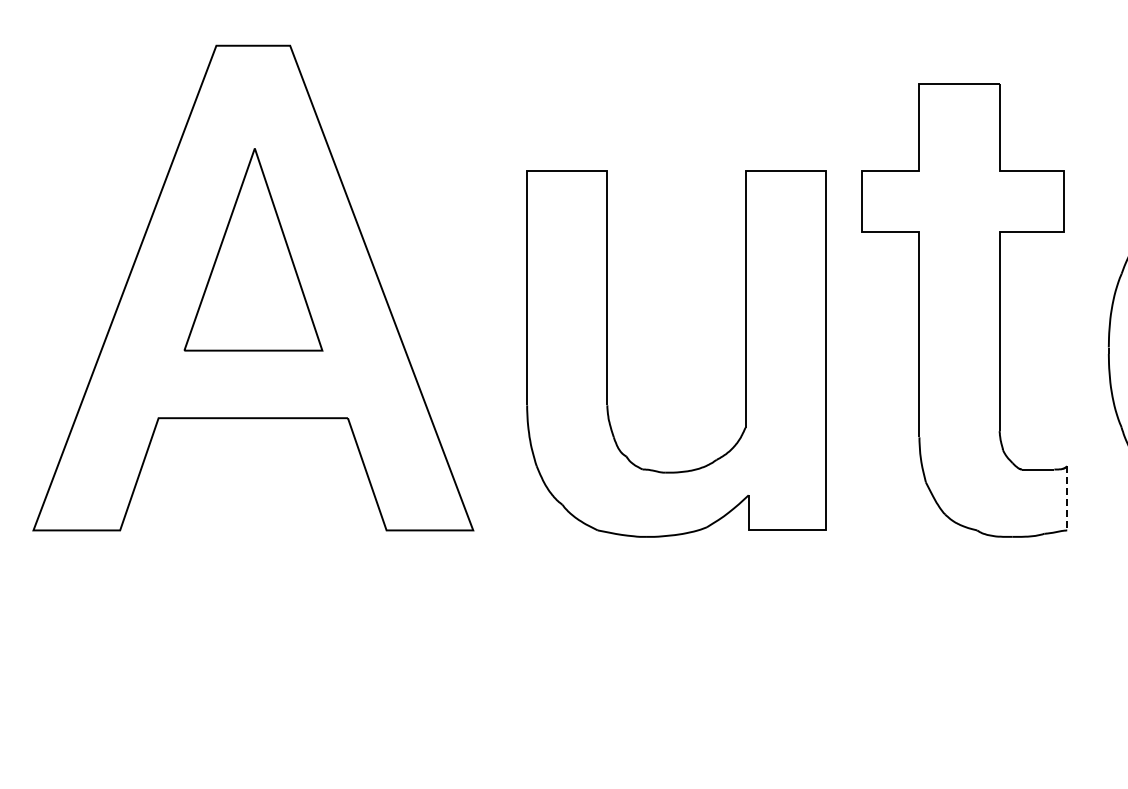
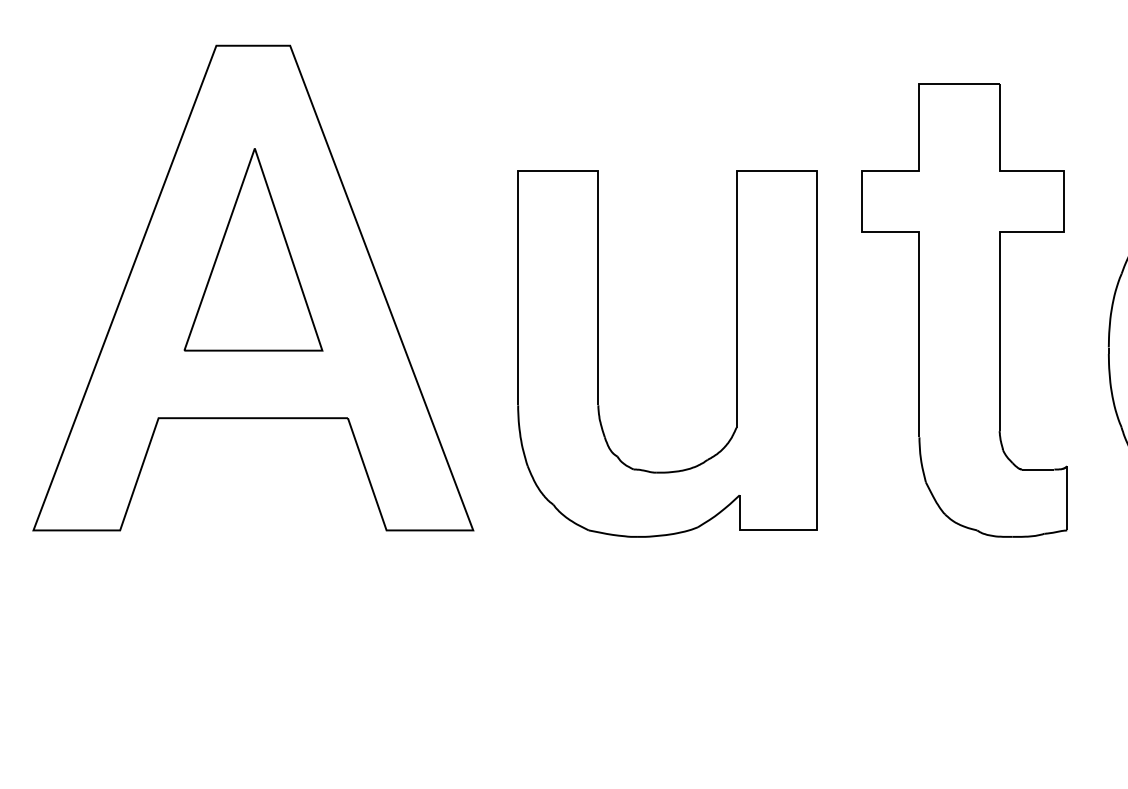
part at (607, 353) position: (607, 353) -> (598, 353)
line at (1067, 498): dashed -> solid
